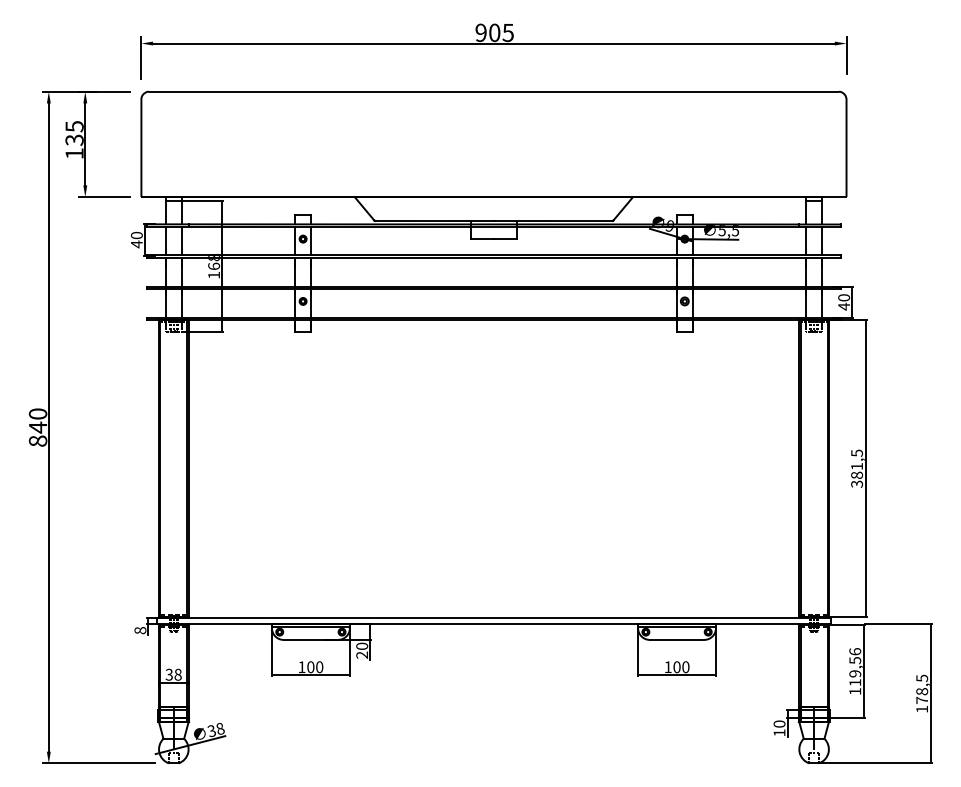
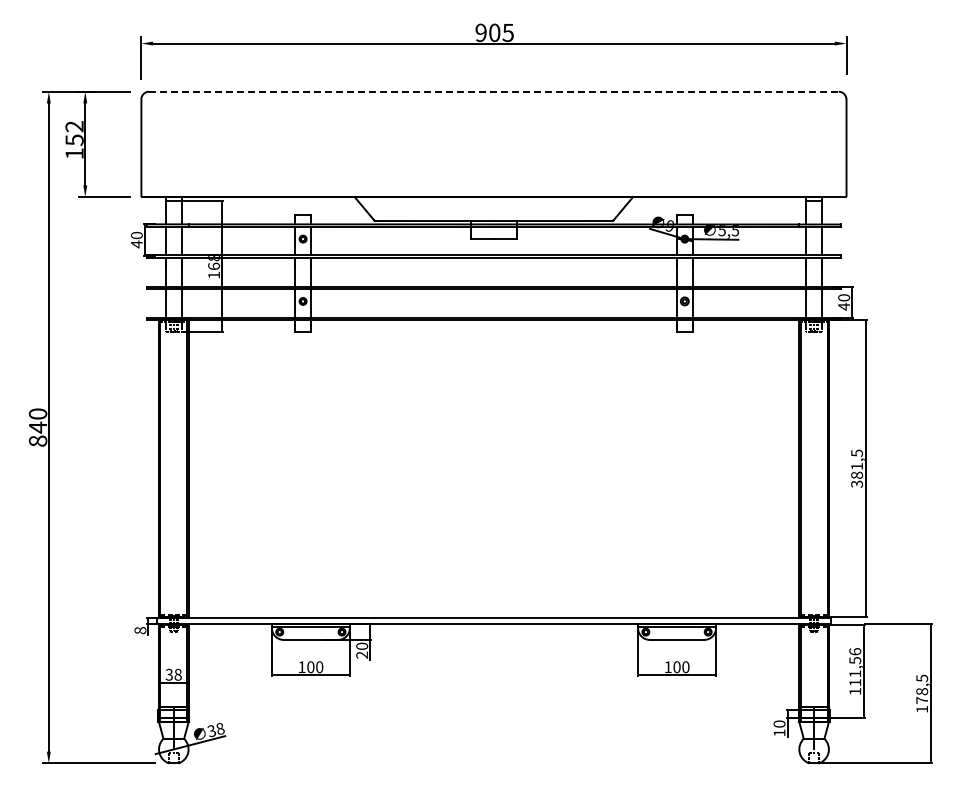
line at (493, 91): solid -> dashed
text at (74, 133): 135 -> 152
text at (855, 673): 119,56 -> 111,56
